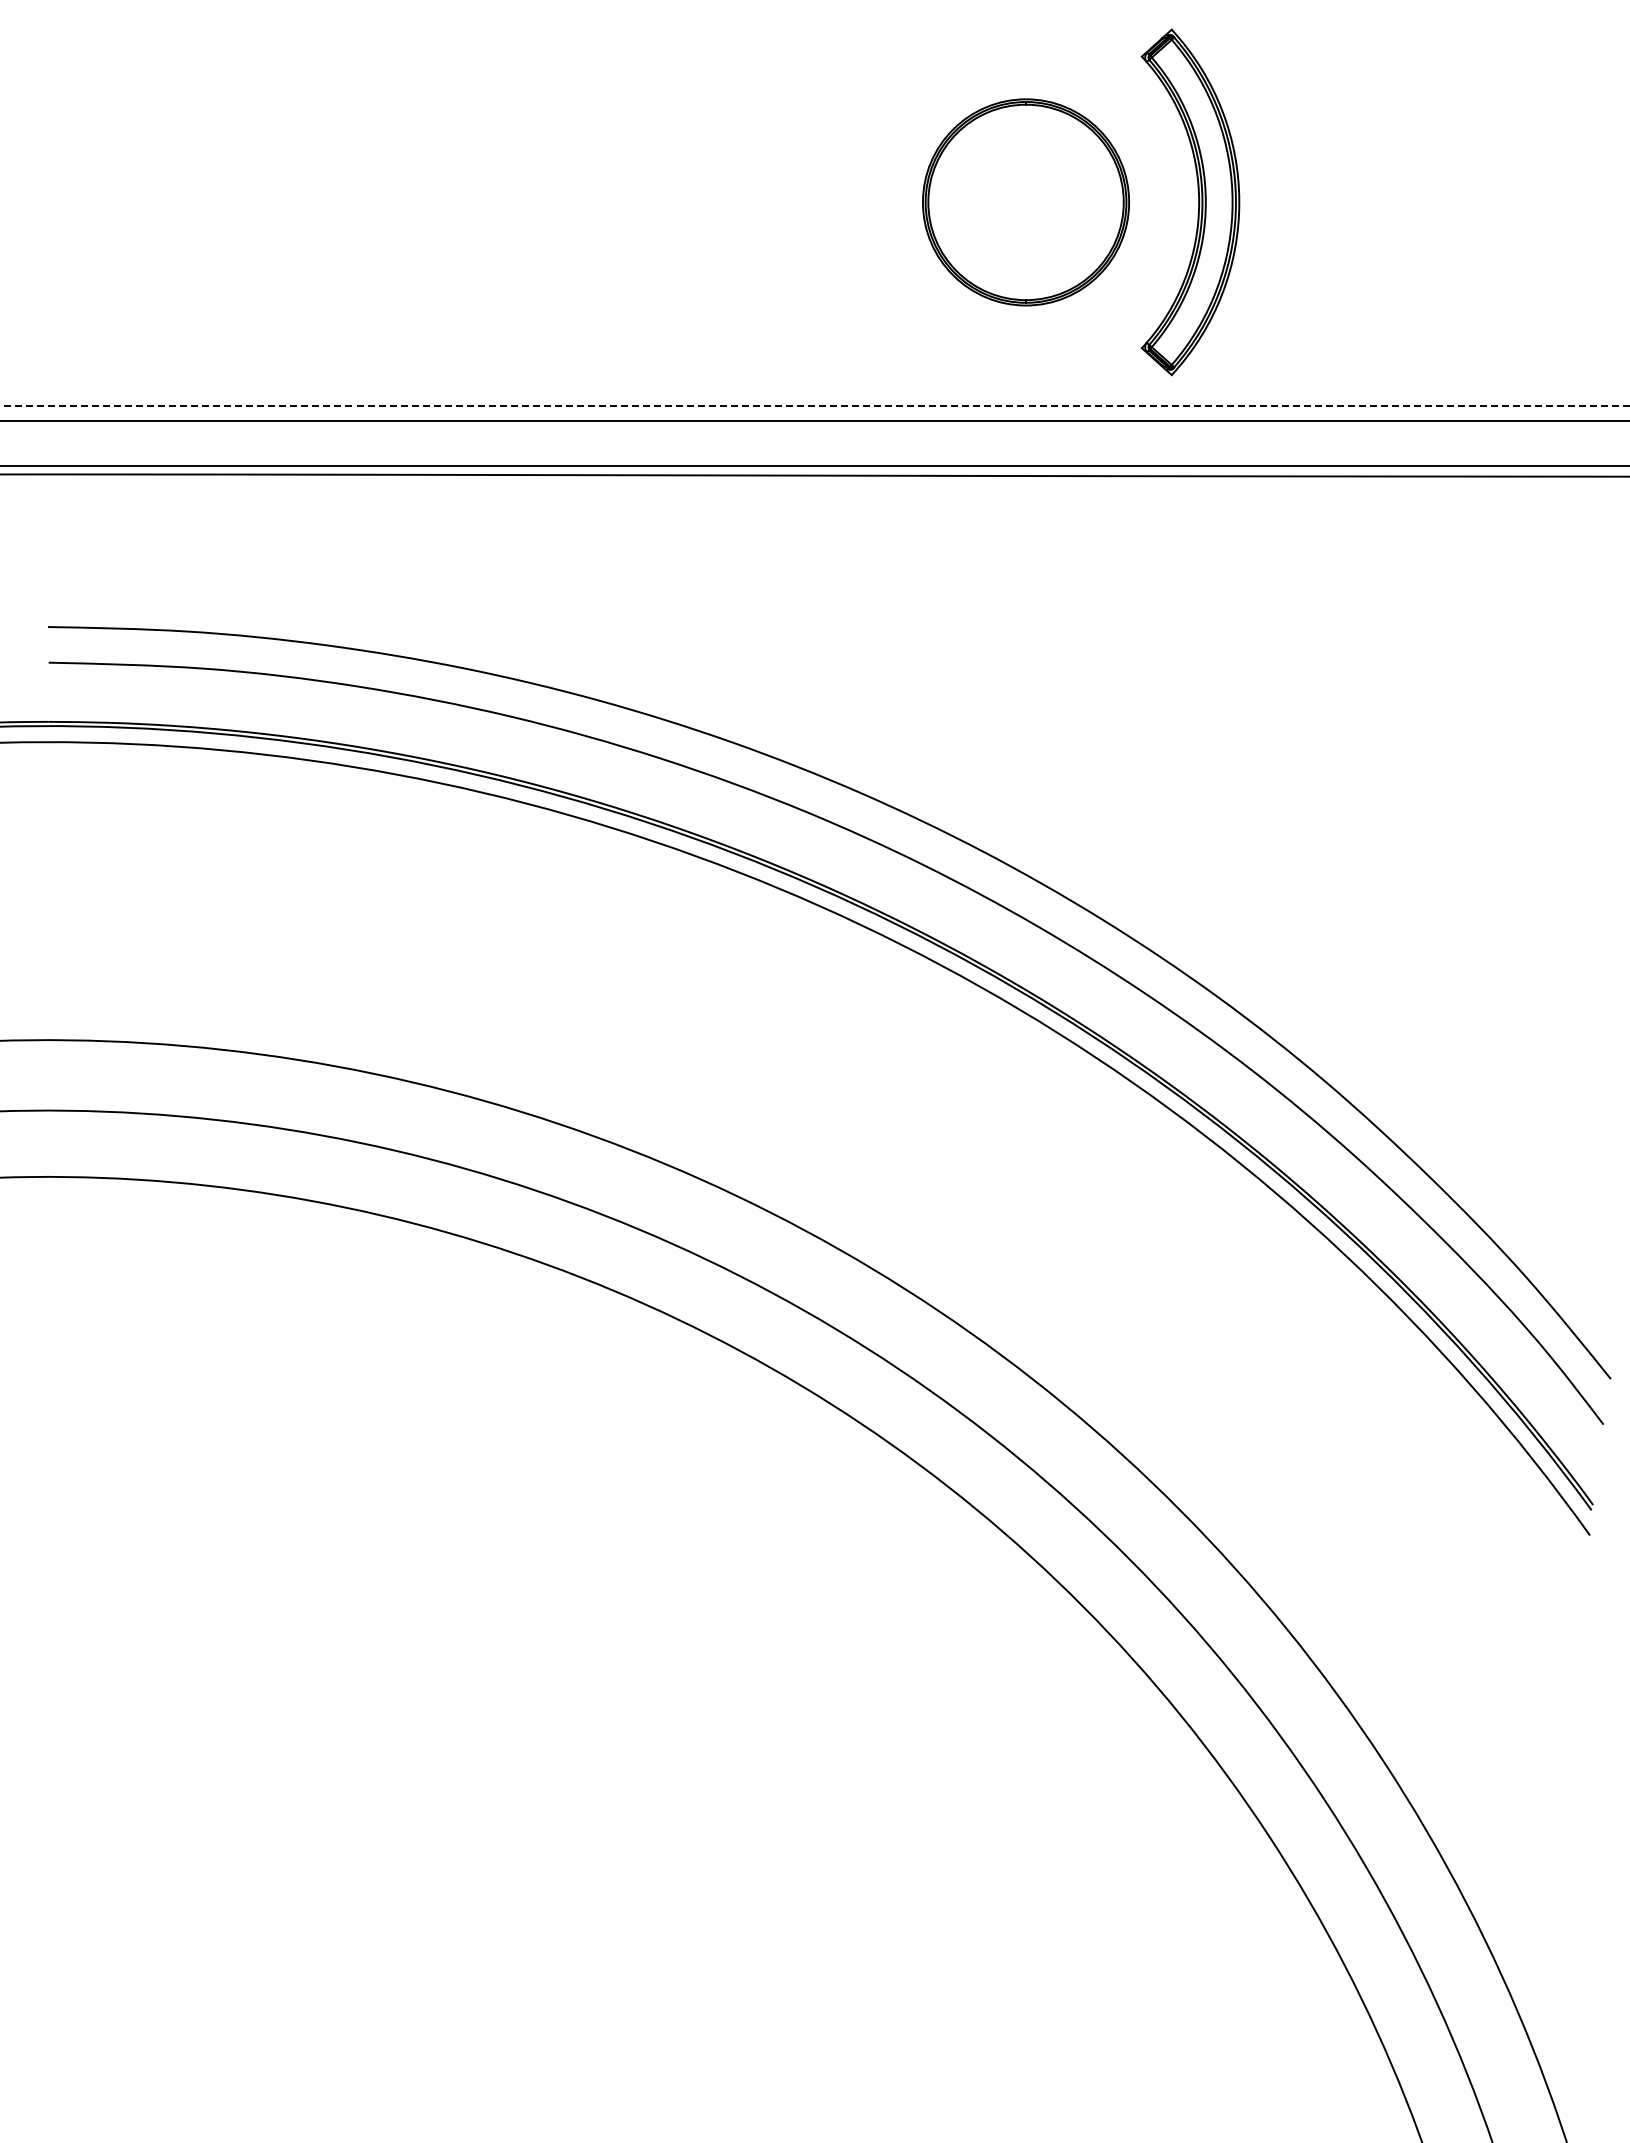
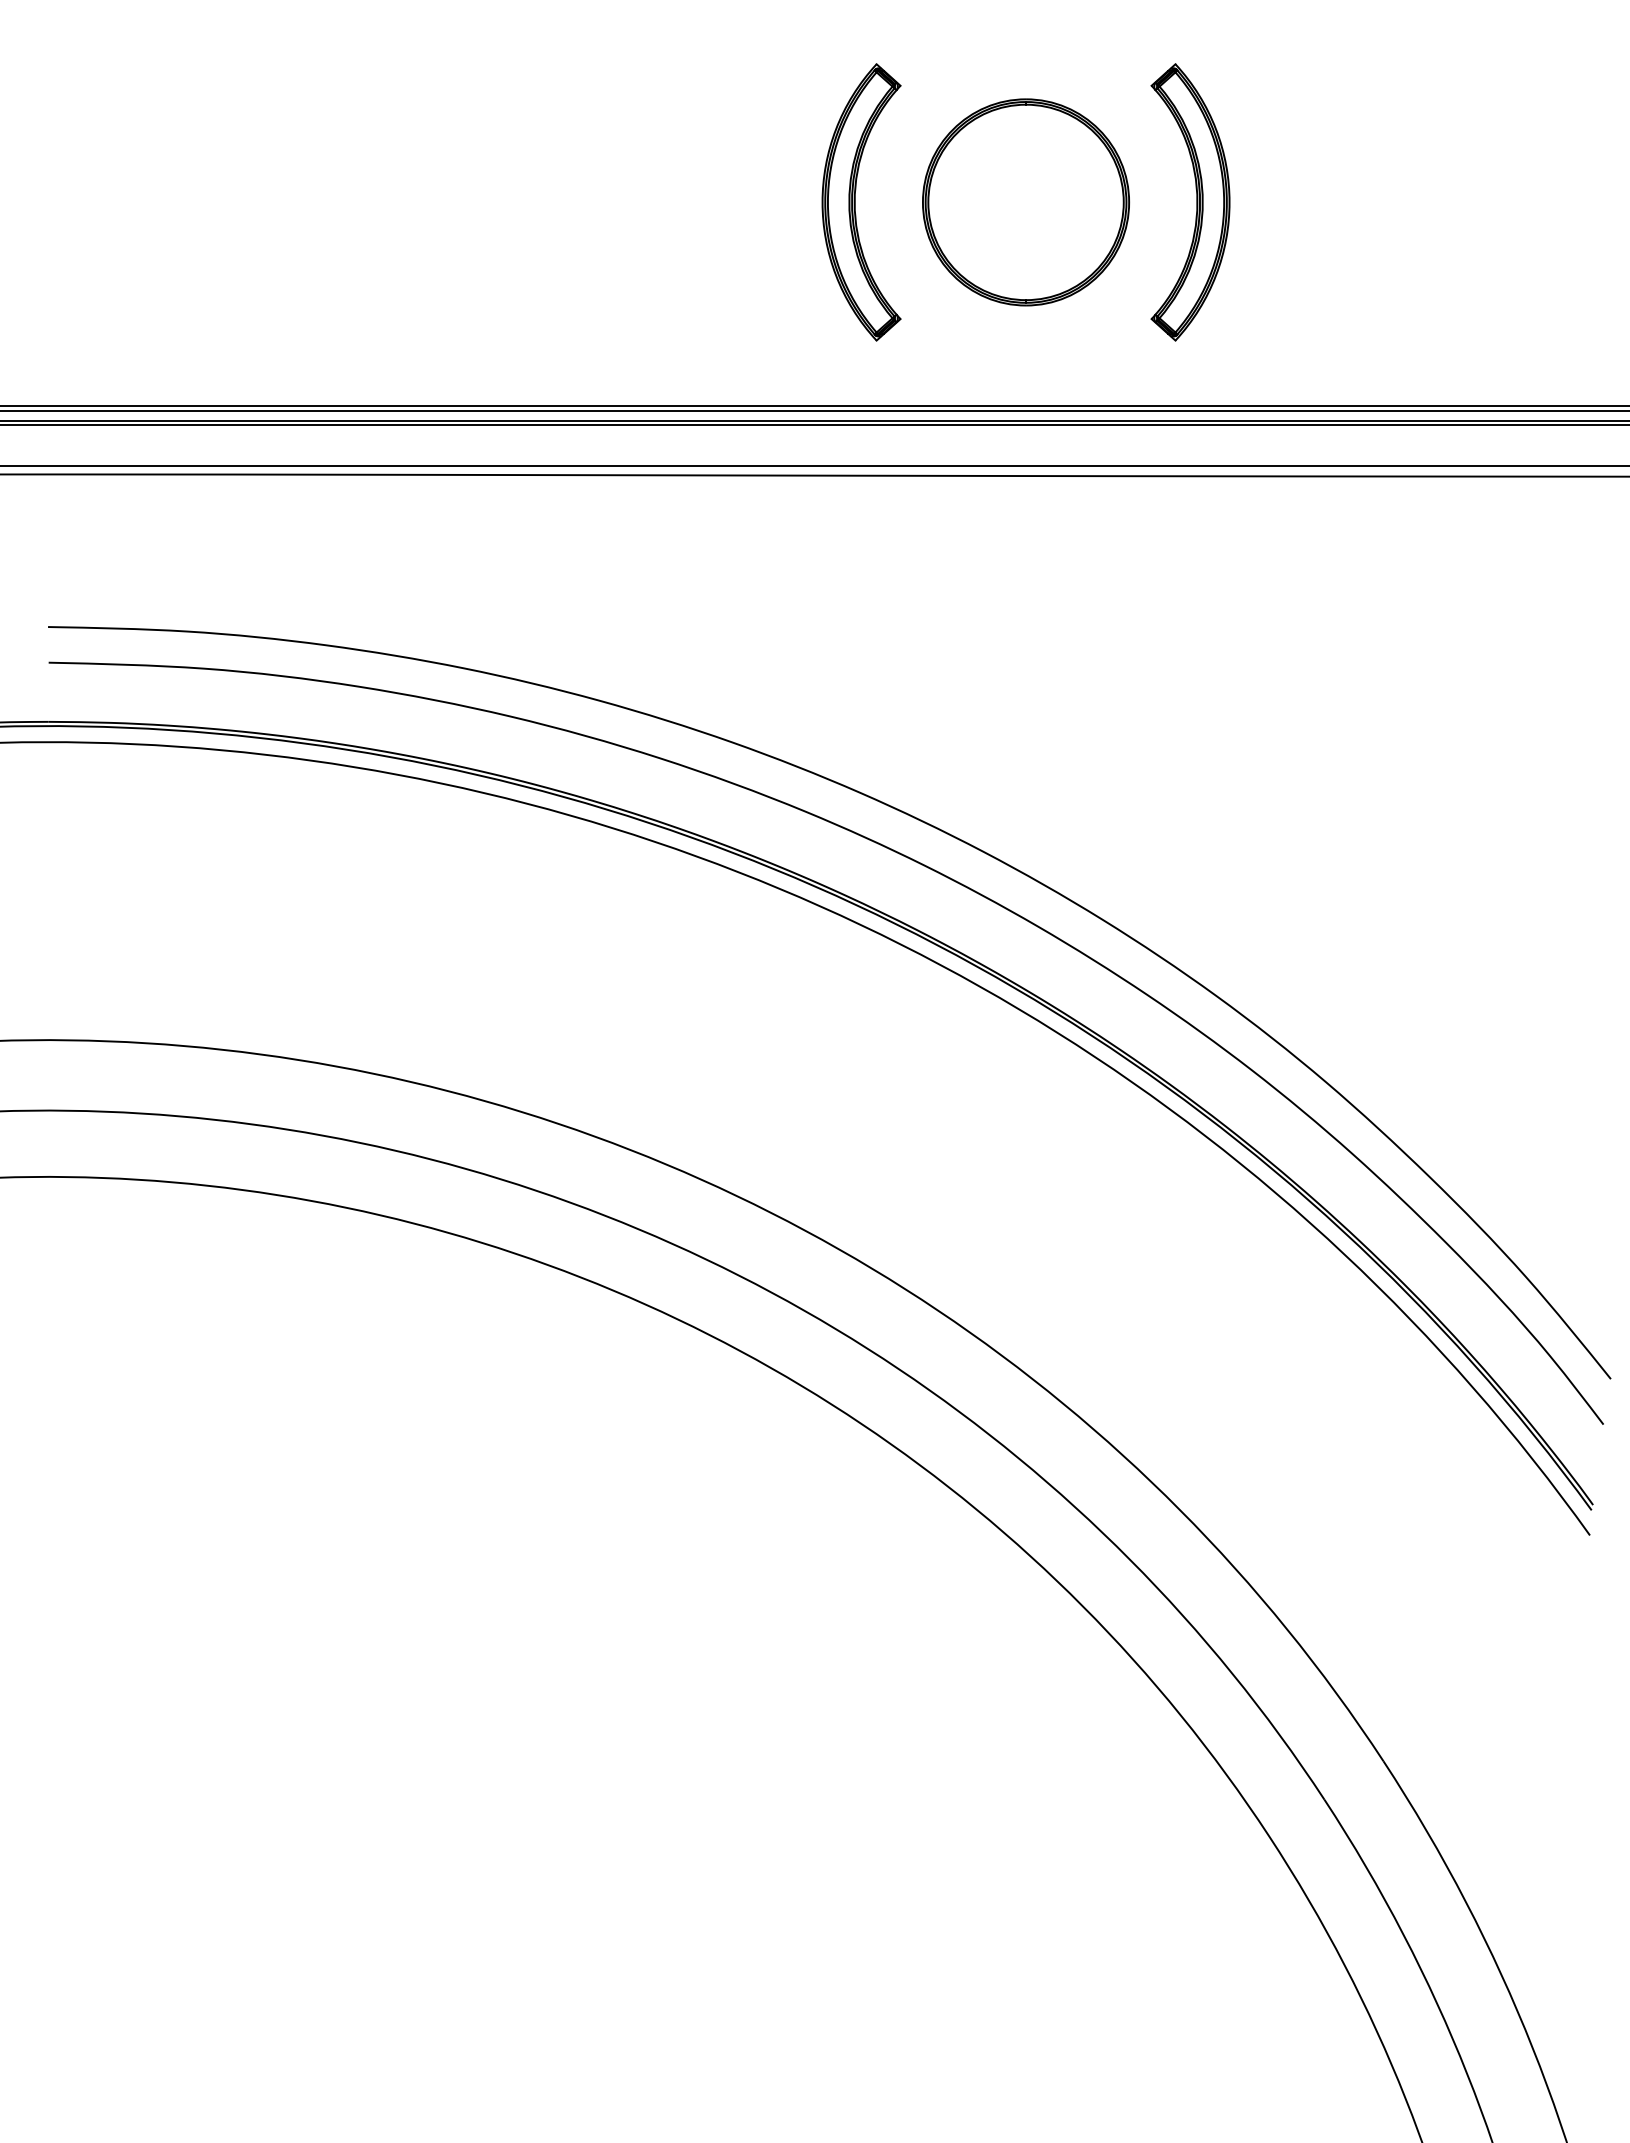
part at (861, 202): none -> present
part at (1190, 202) size: 101x349 px -> 81x279 px
line at (815, 405): dashed -> solid
line at (814, 411): none -> present
line at (814, 424): none -> present
